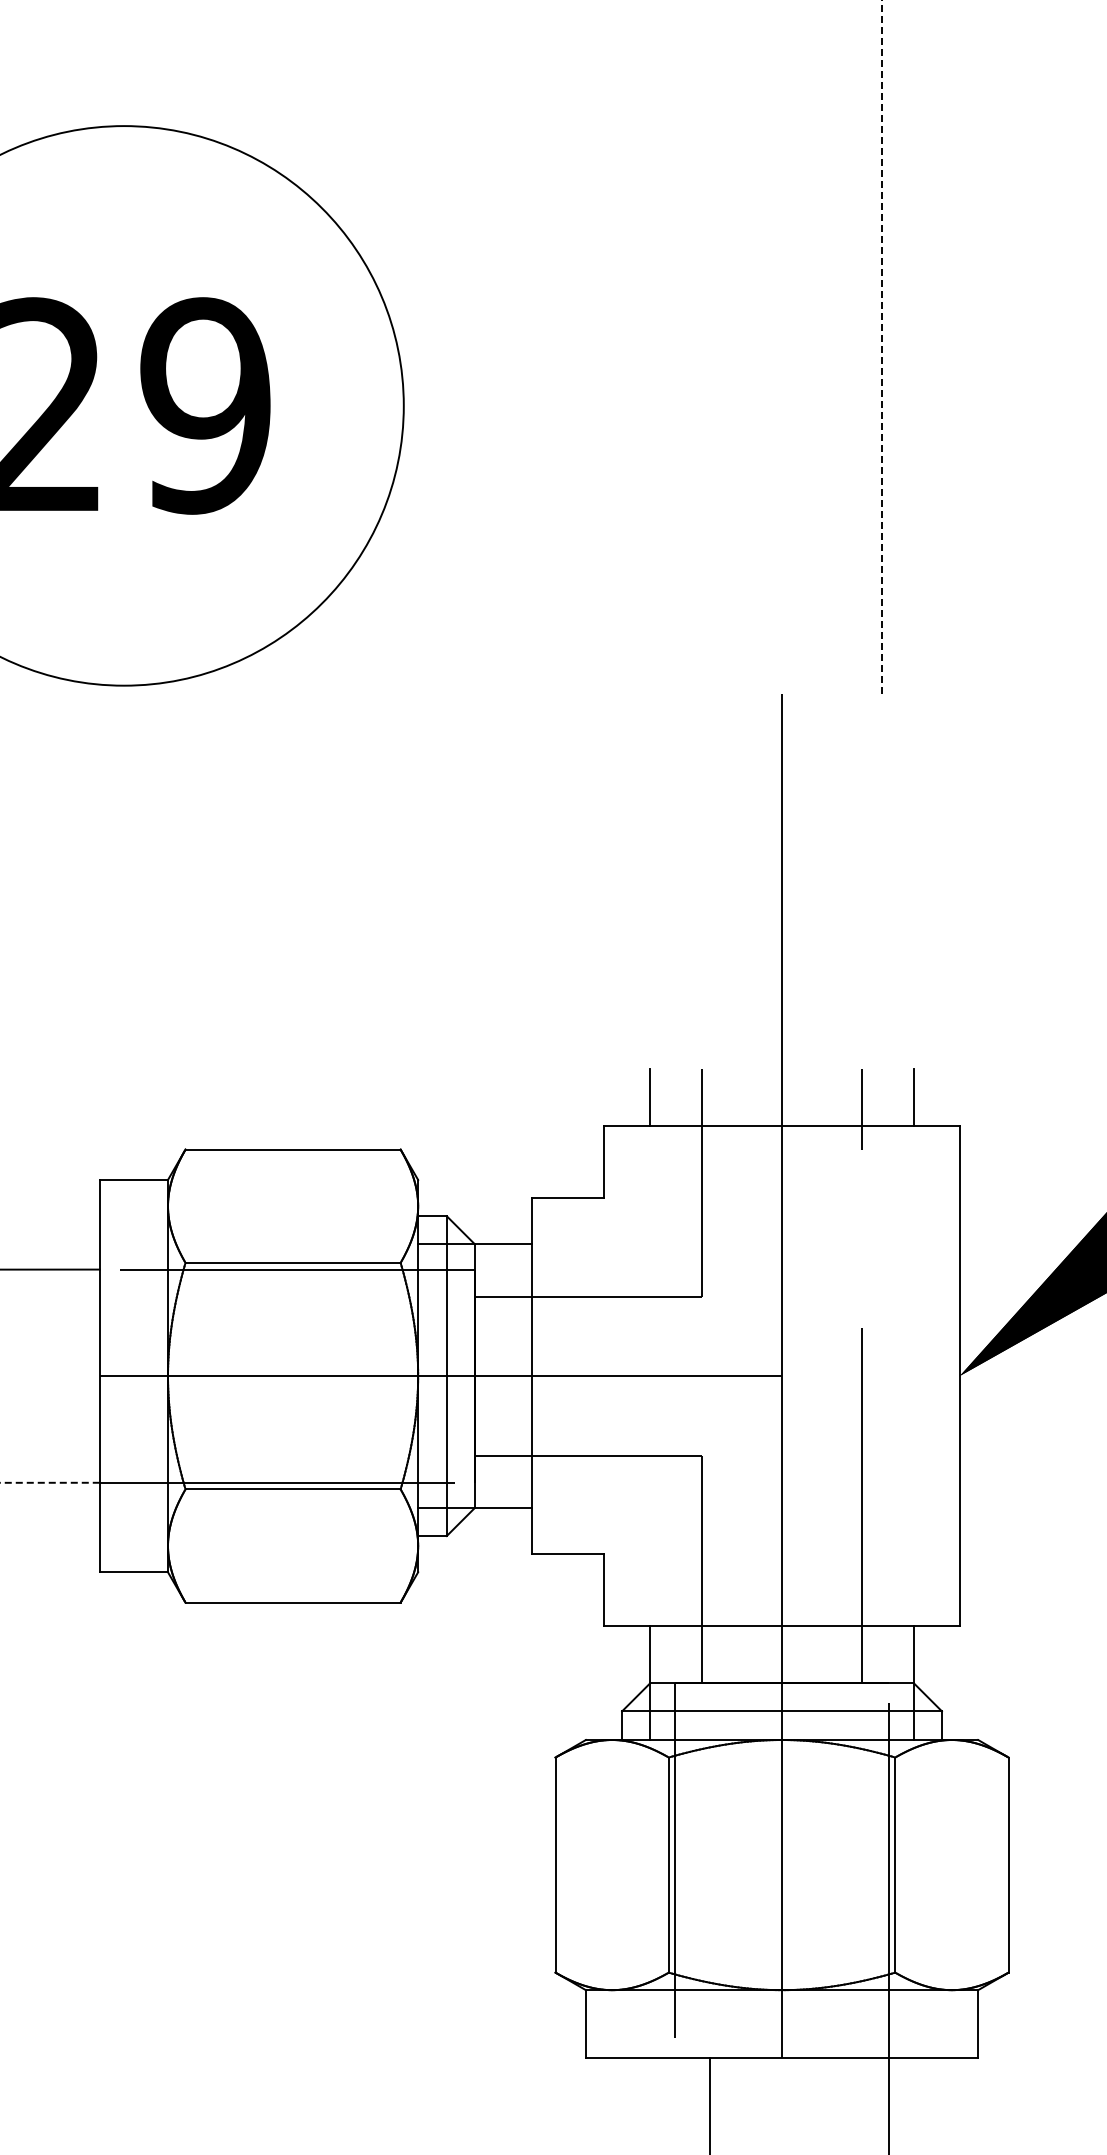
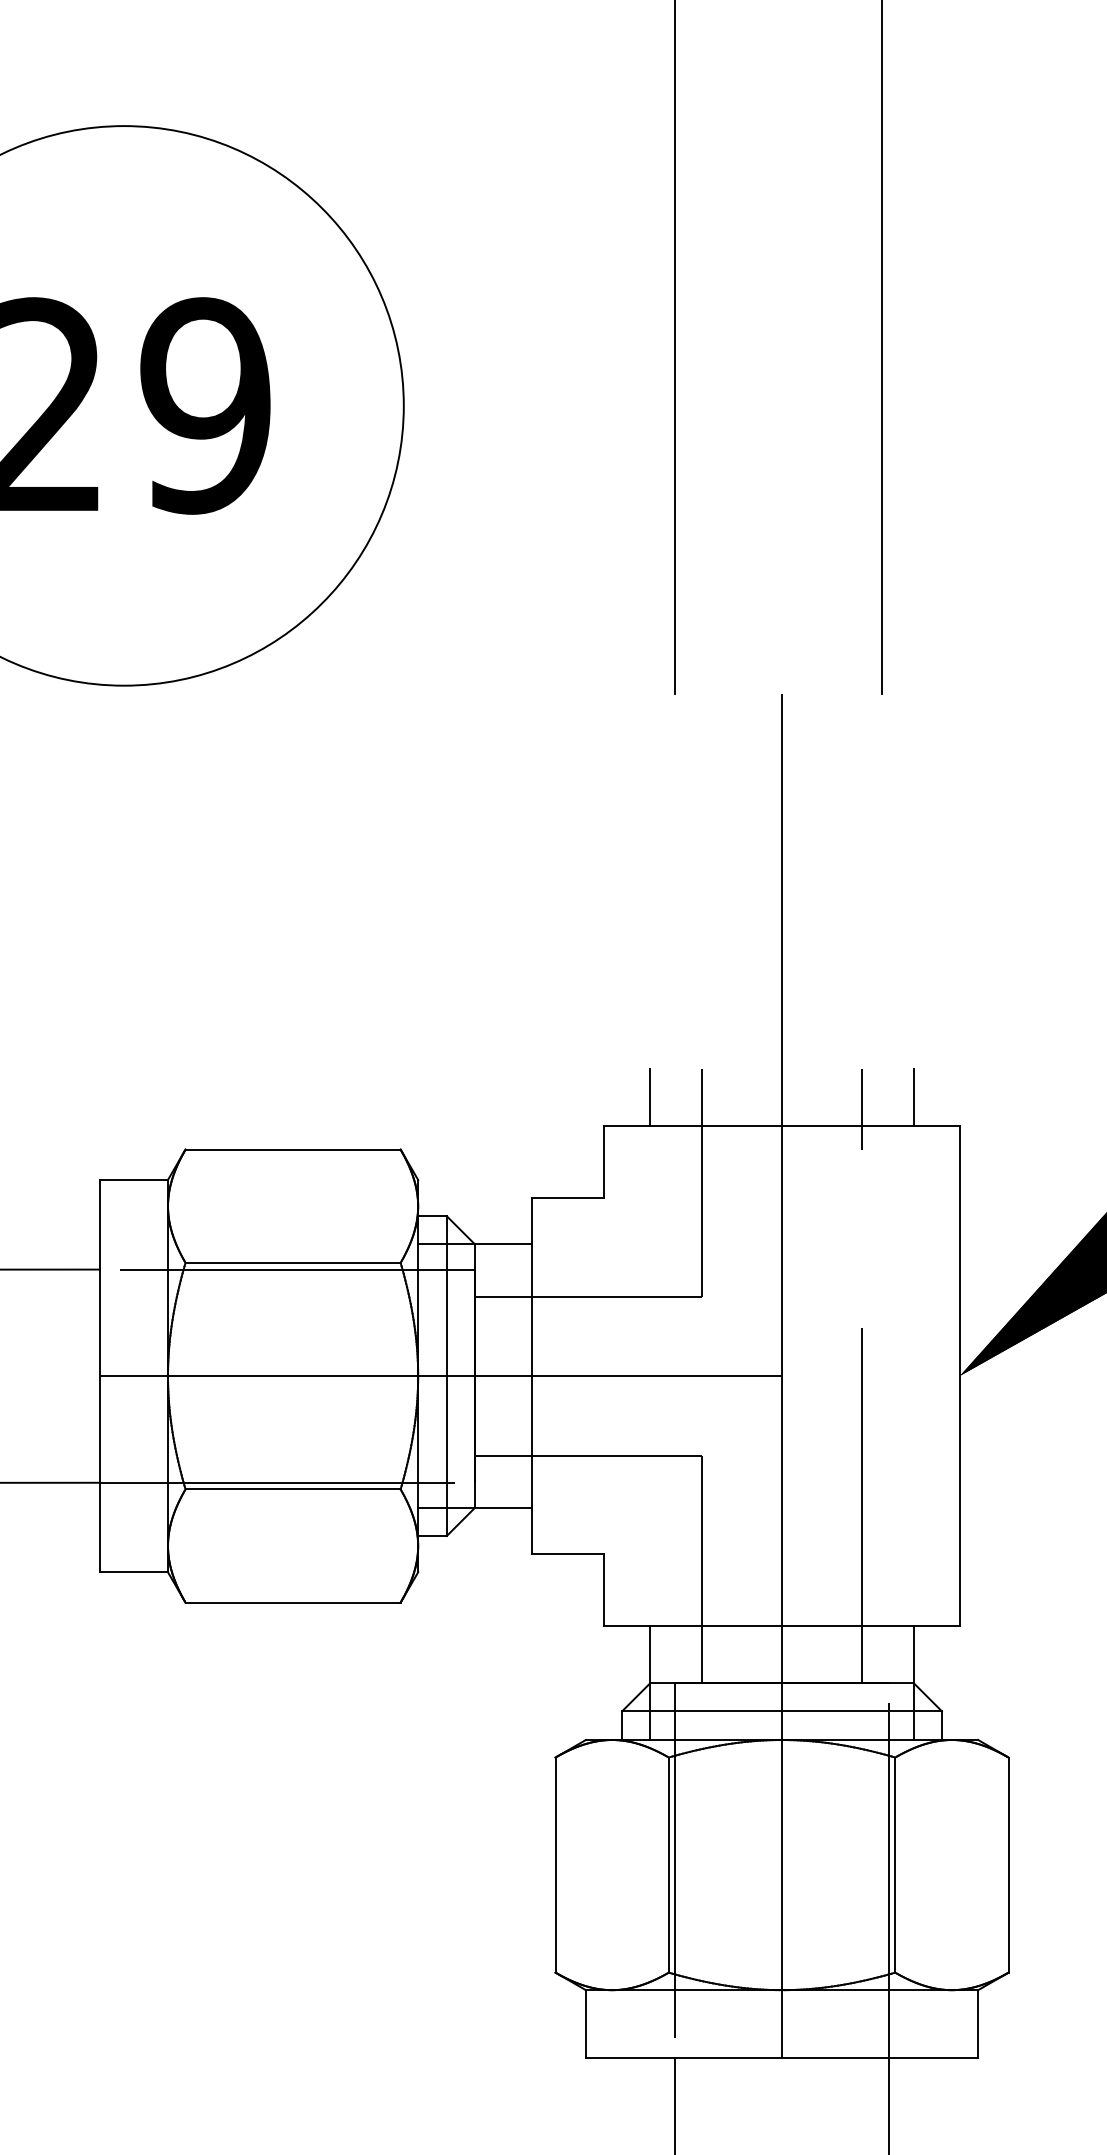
line at (675, 347): none -> present
line at (882, 347): dashed -> solid
line at (49, 1482): dashed -> solid
line at (710, 2104) position: (710, 2104) -> (675, 2104)
